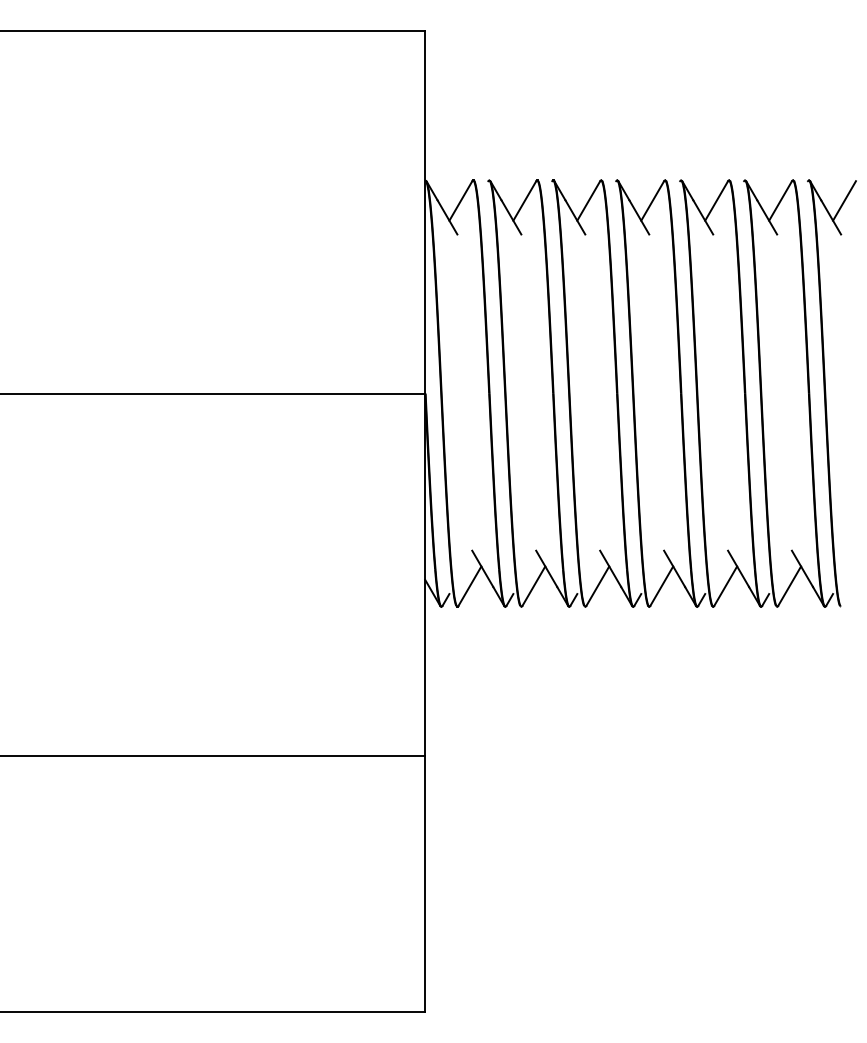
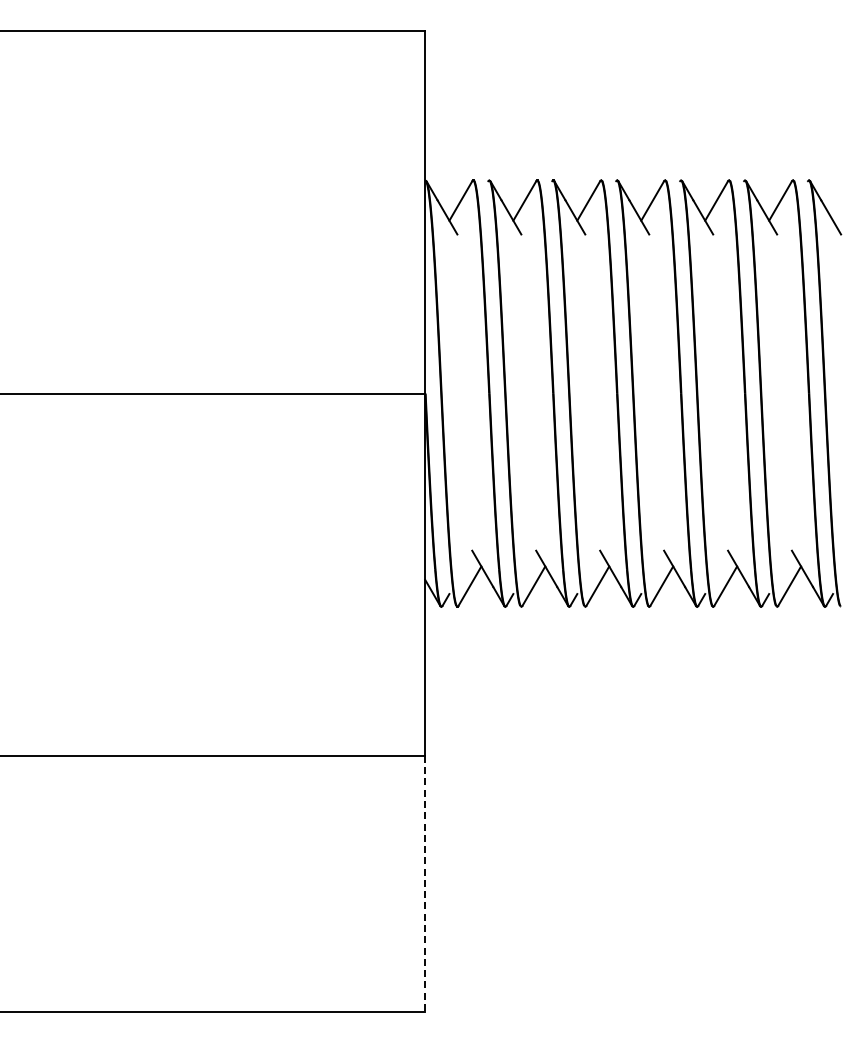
line at (844, 200): present -> none
line at (425, 883): solid -> dashed
